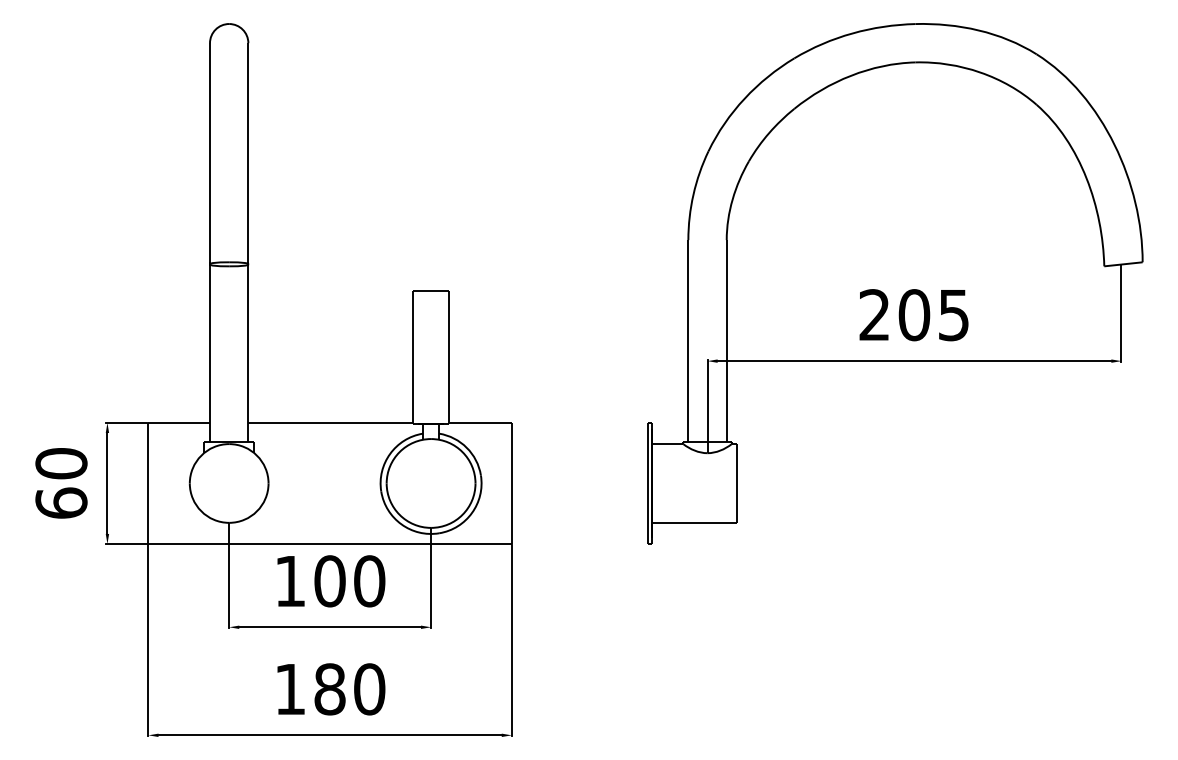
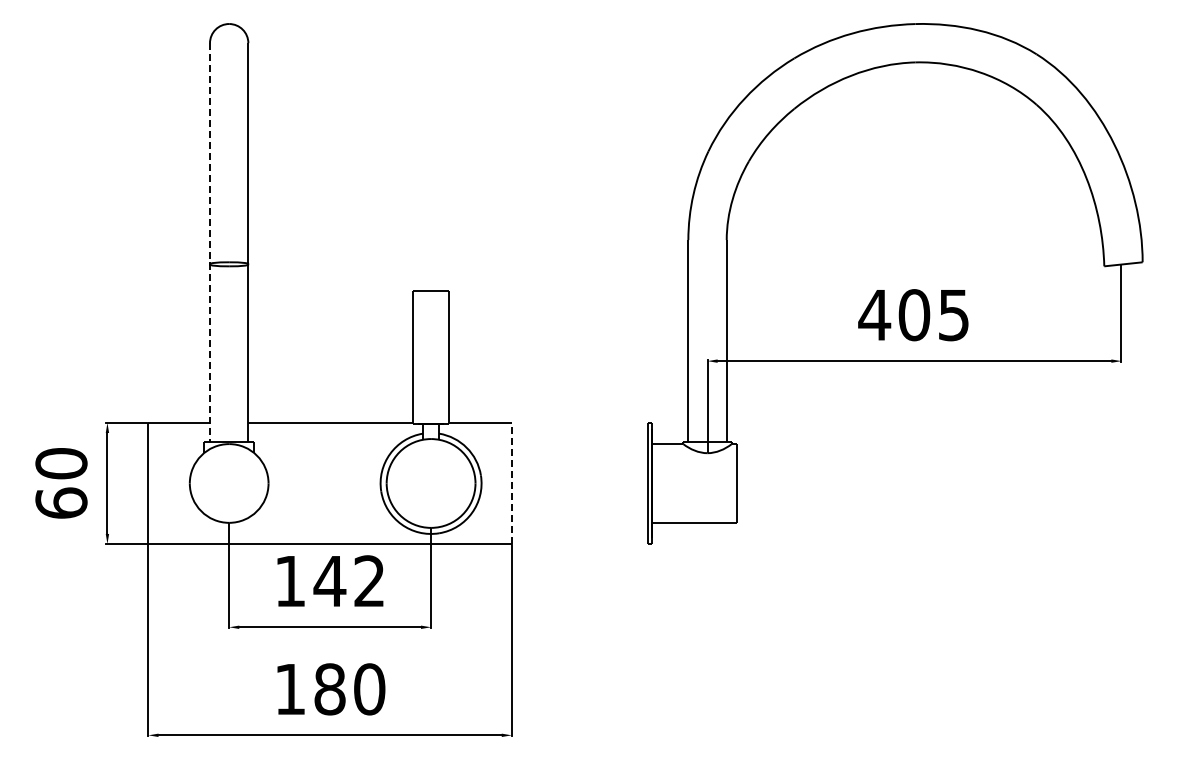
line at (210, 243): solid -> dashed
text at (874, 314): 205 -> 405
line at (511, 483): solid -> dashed
text at (349, 581): 100 -> 142
